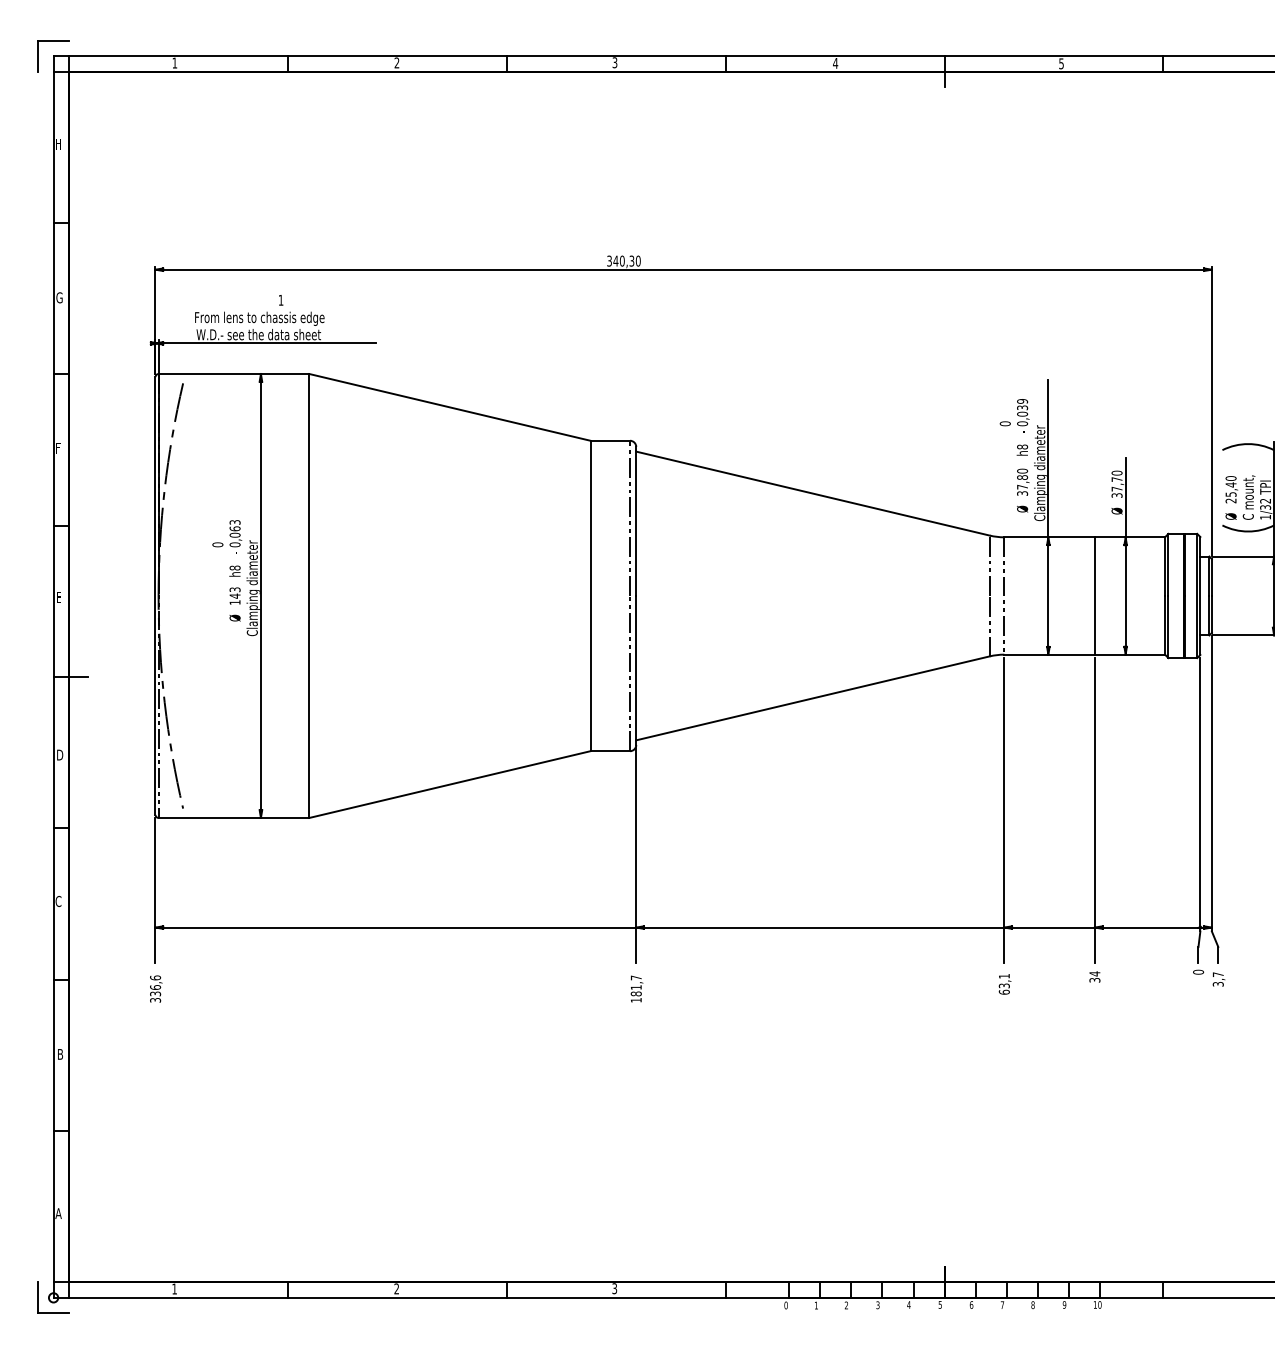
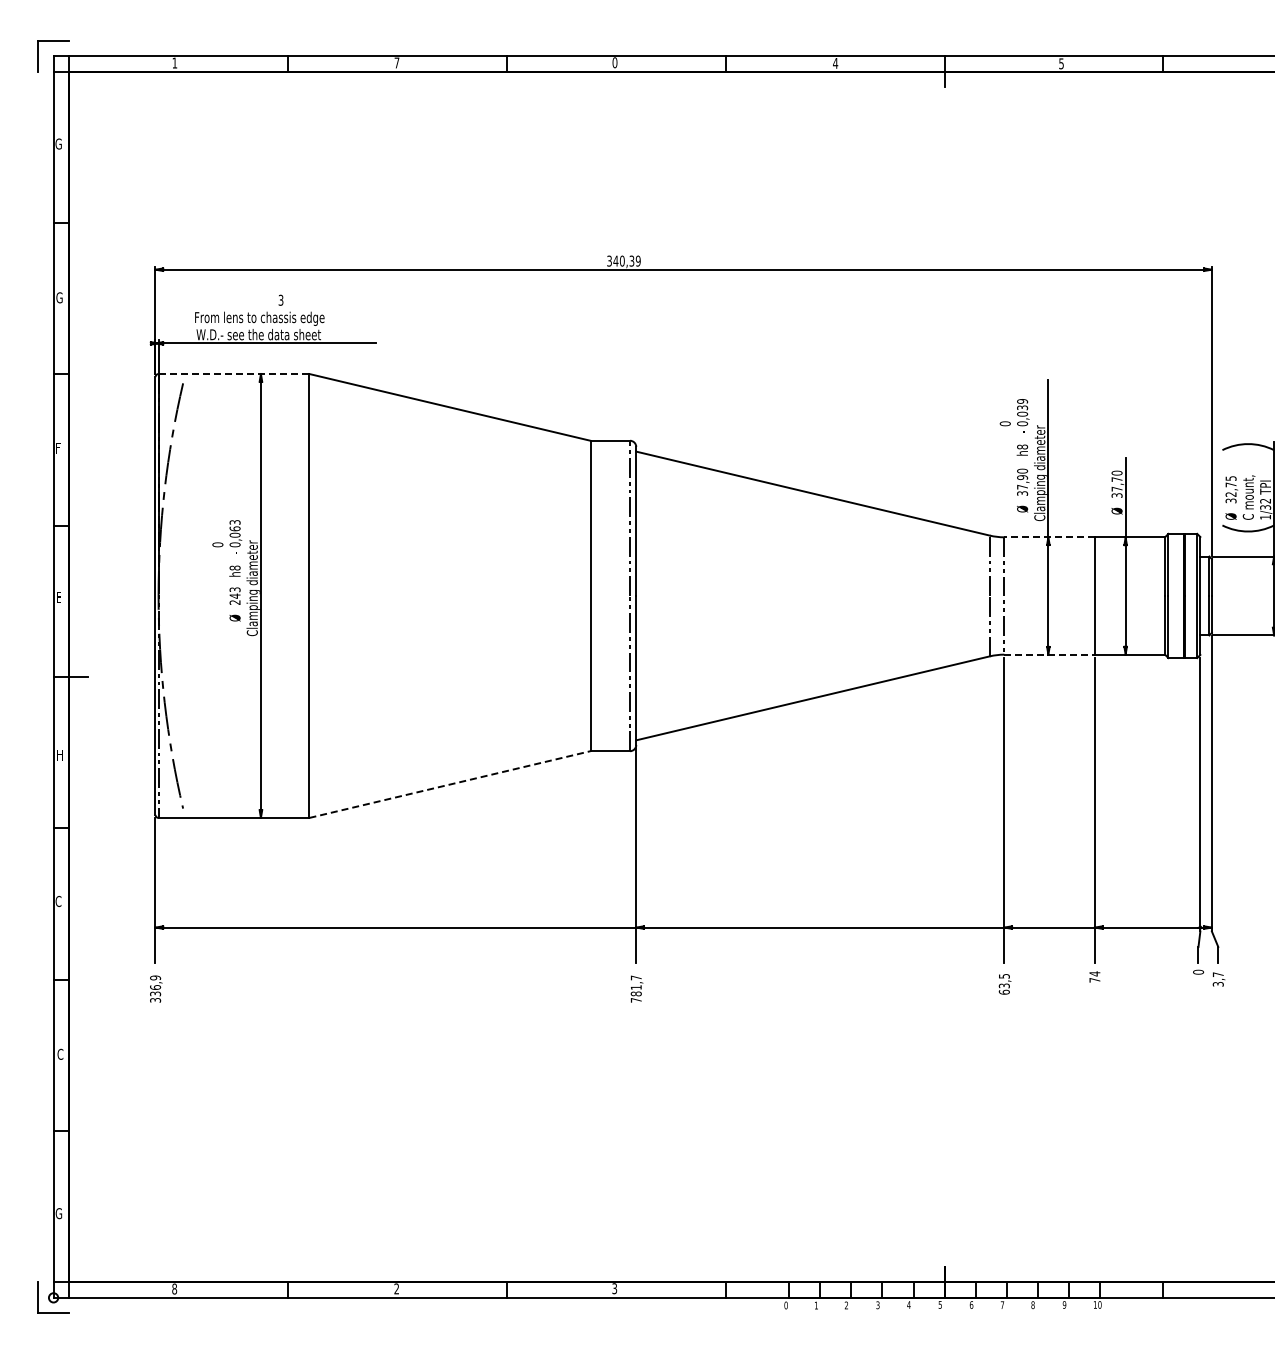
text at (396, 62): 2 -> 7
text at (614, 62): 3 -> 0
text at (58, 143): H -> G
text at (637, 261): 340,30 -> 340,39
text at (280, 299): 1 -> 3
line at (233, 374): solid -> dashed
text at (1022, 477): 37,80 -> 37,90
text at (1230, 489): 25,40 -> 32,75
line at (1049, 537): solid -> dashed
text at (234, 602): 143 -> 243
line at (1050, 654): solid -> dashed
text at (60, 754): D -> H
line at (450, 784): solid -> dashed
text at (1004, 976): 63,1 -> 63,5
text at (155, 977): 336,6 -> 336,9
text at (1094, 980): 34 -> 74
text at (635, 1000): 181,7 -> 781,7
text at (60, 1053): B -> C
text at (58, 1213): A -> G
text at (174, 1288): 1 -> 8
